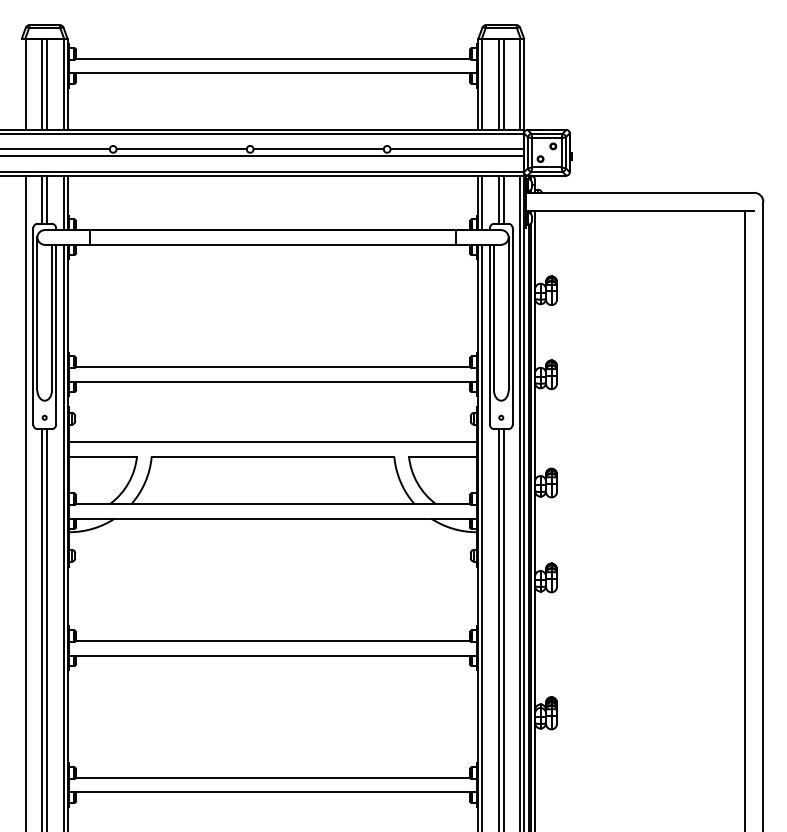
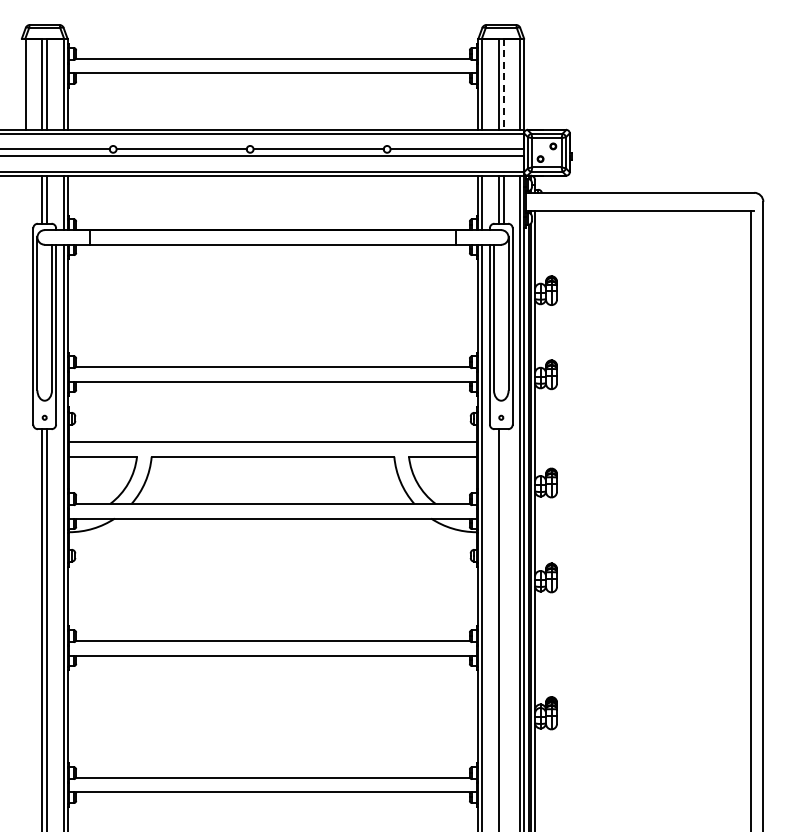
line at (503, 84): solid -> dashed
line at (25, 501): present -> none
line at (745, 519) position: (745, 519) -> (751, 519)
line at (503, 628): present -> none
